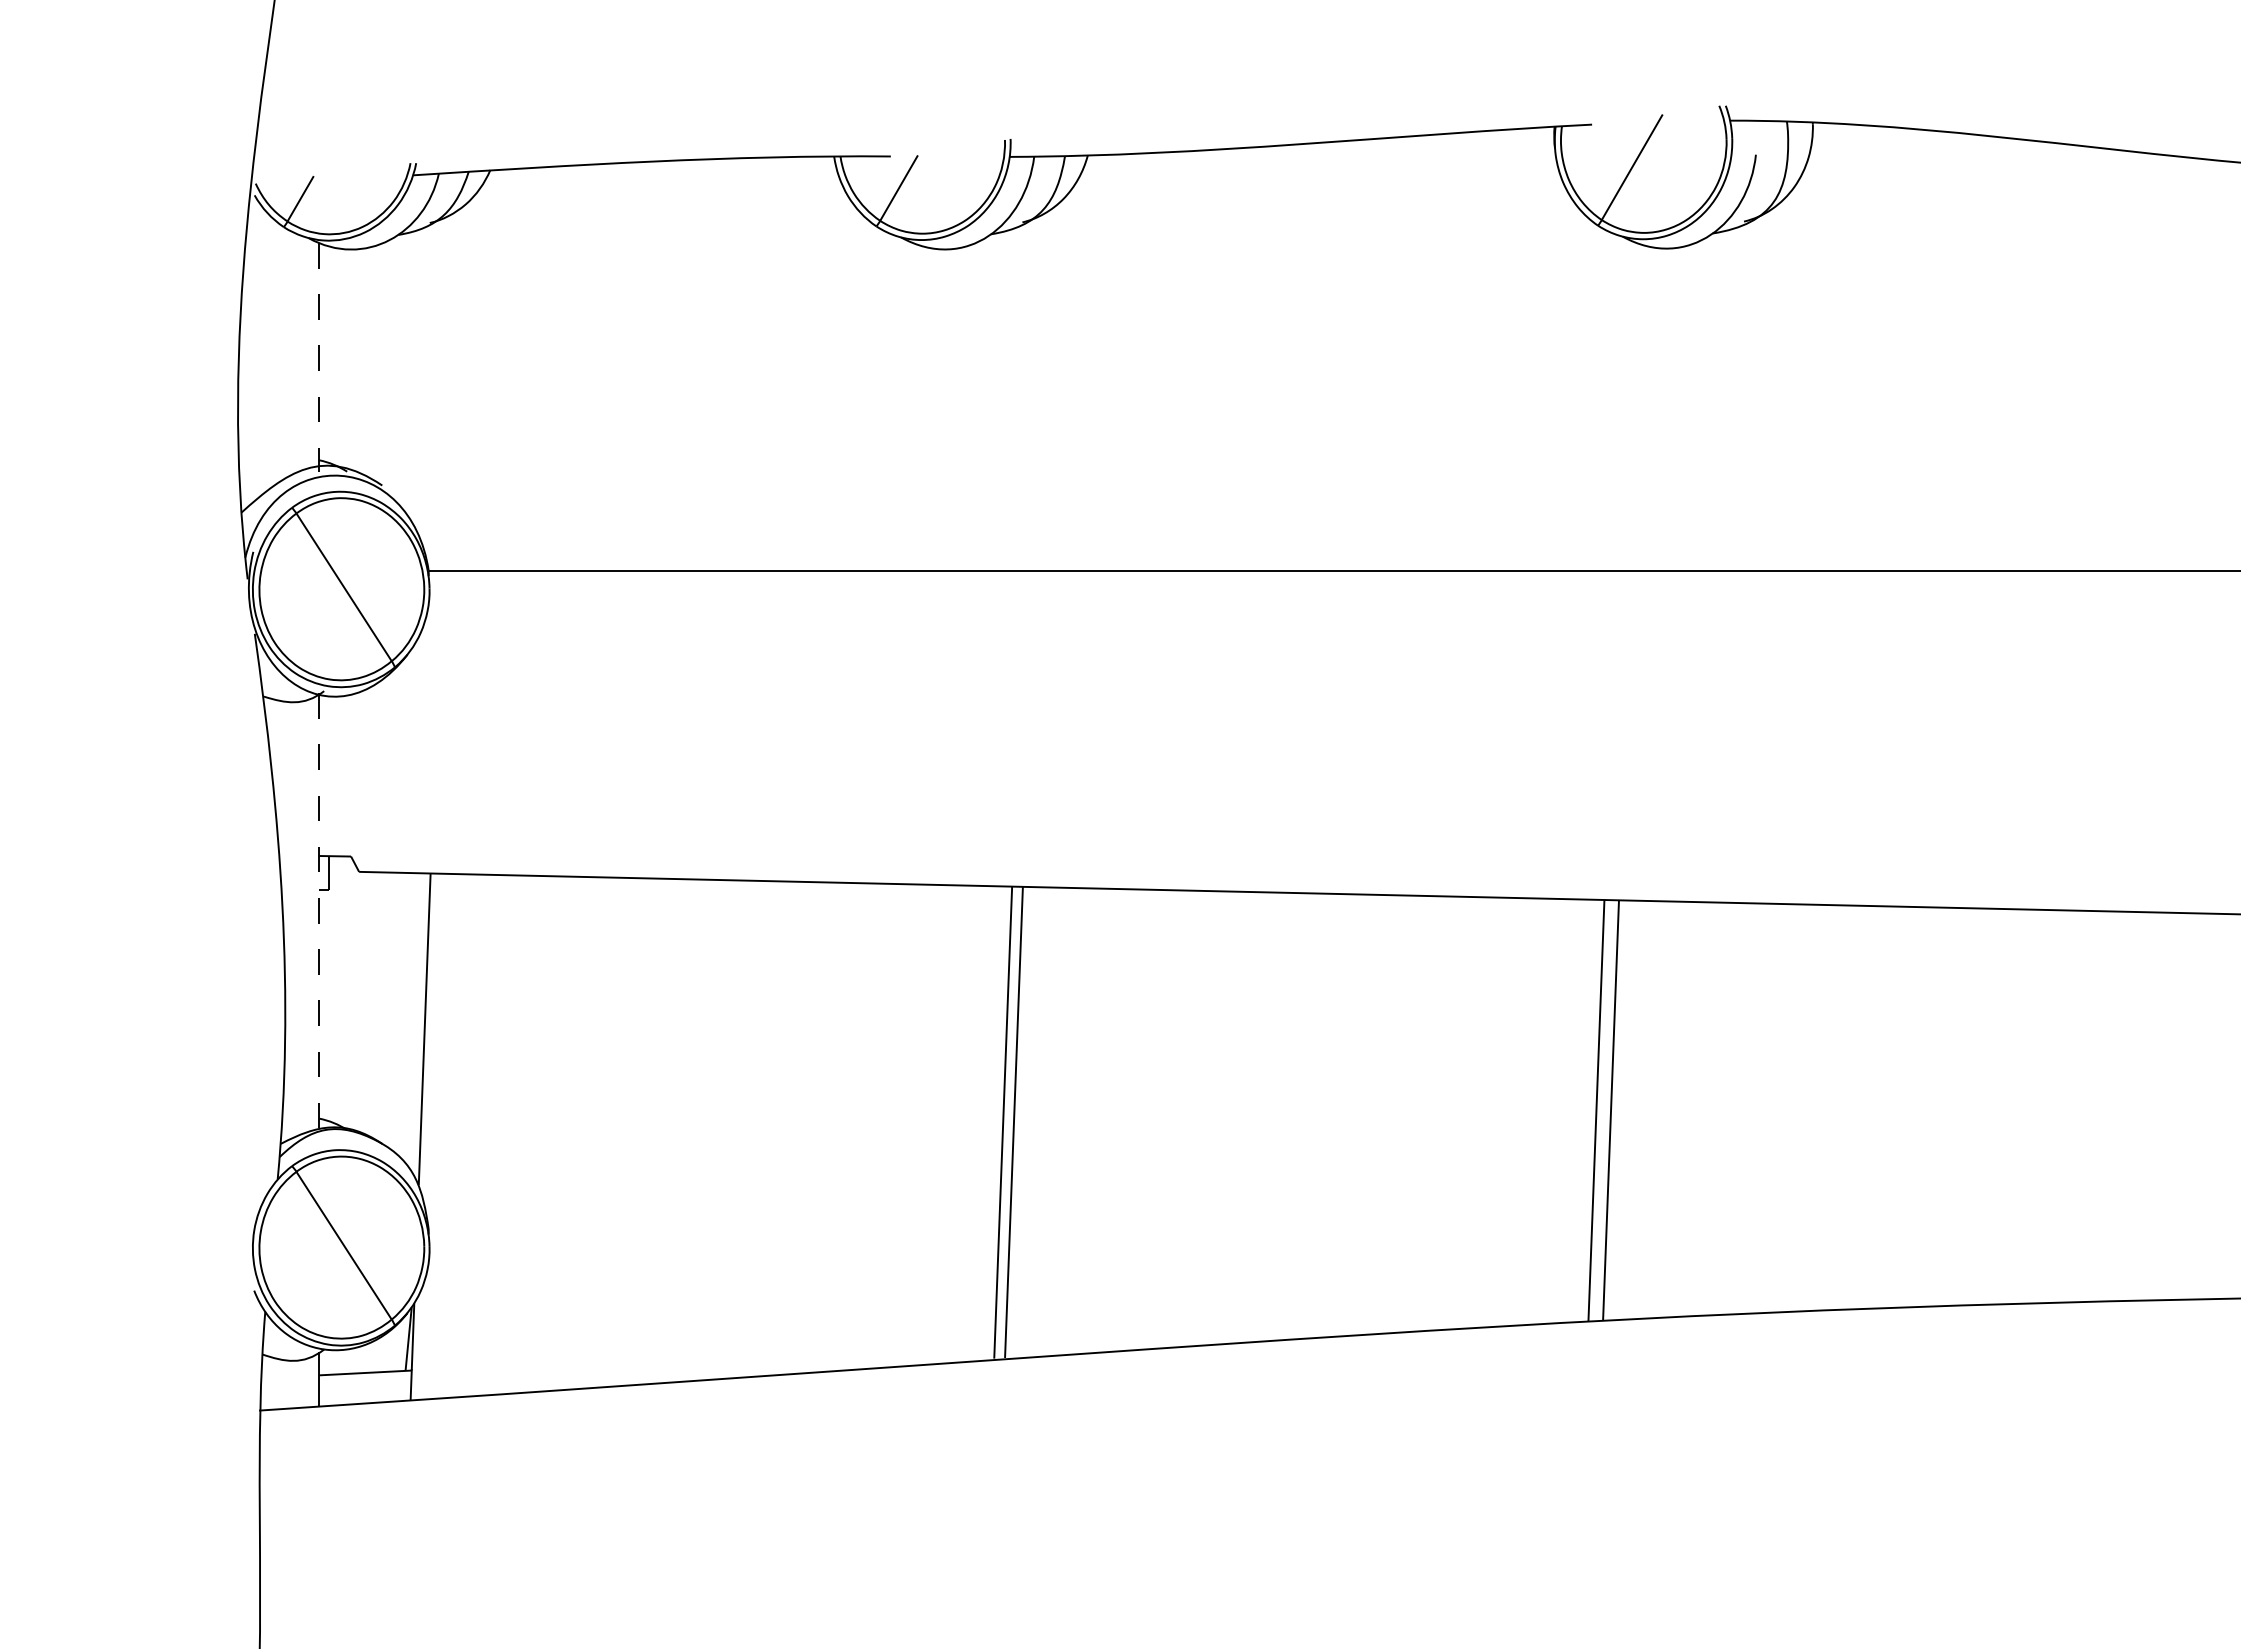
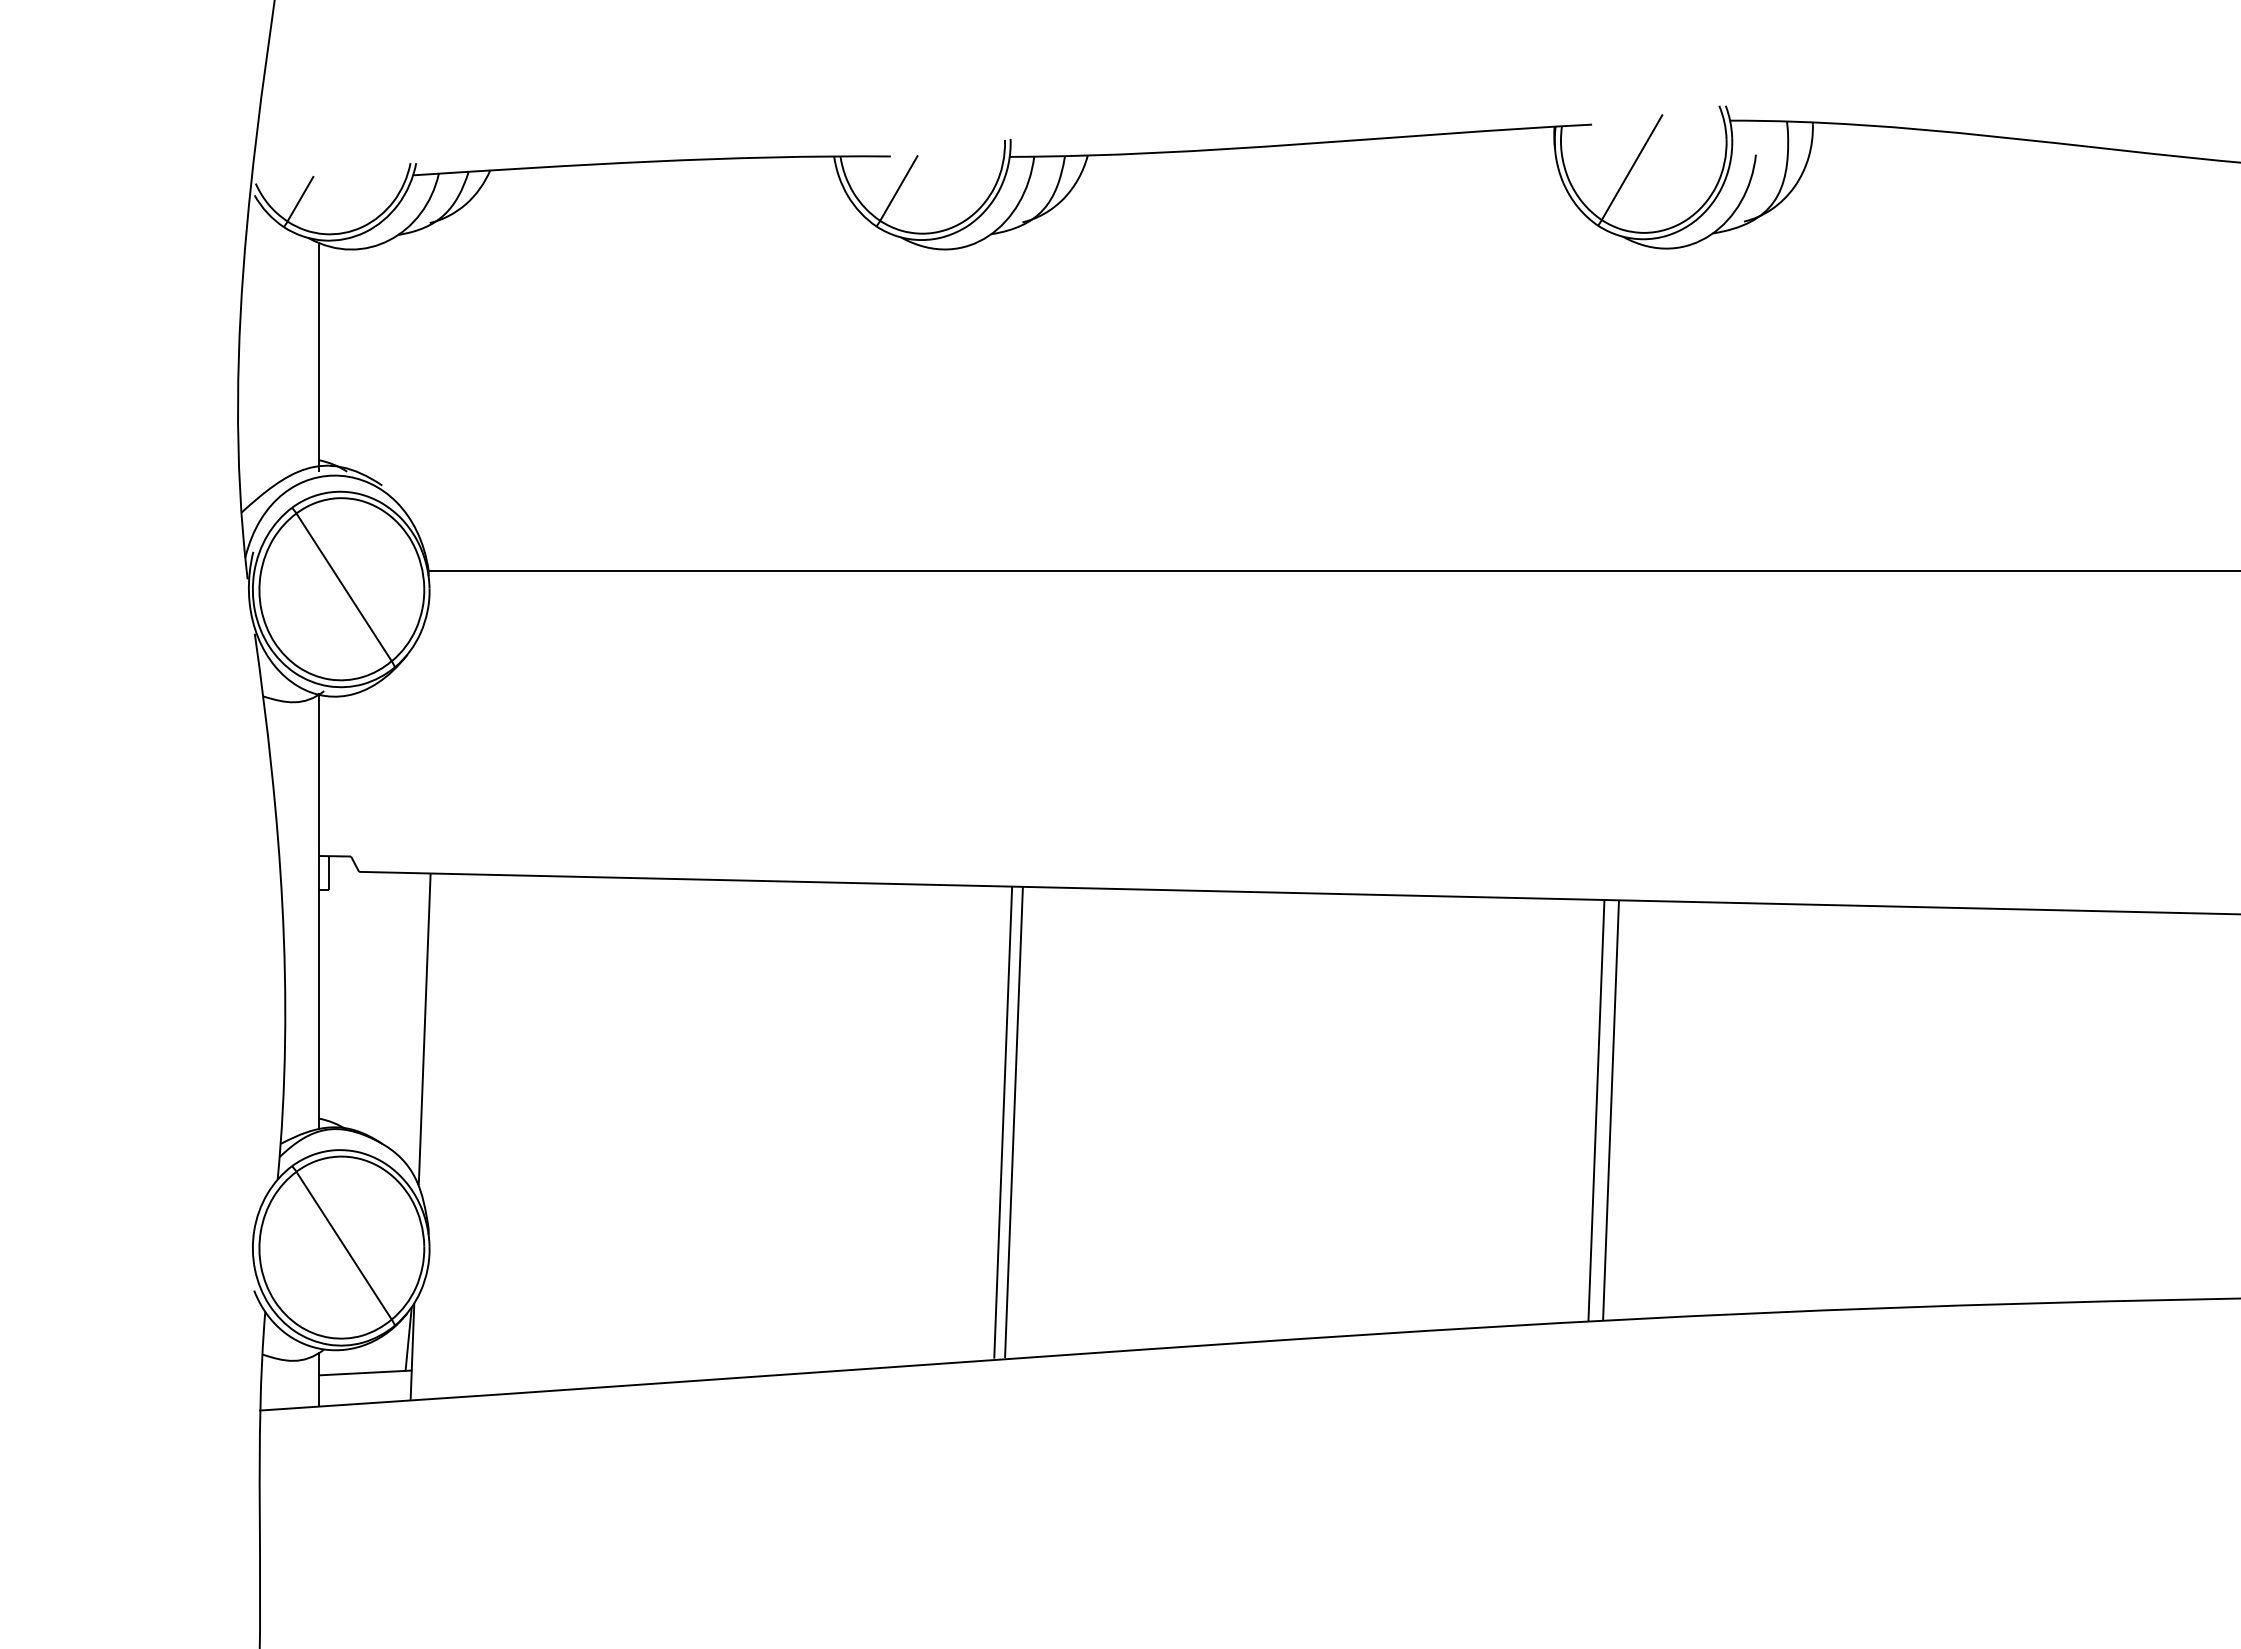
line at (319, 357): dashed -> solid
line at (319, 912): dashed -> solid
